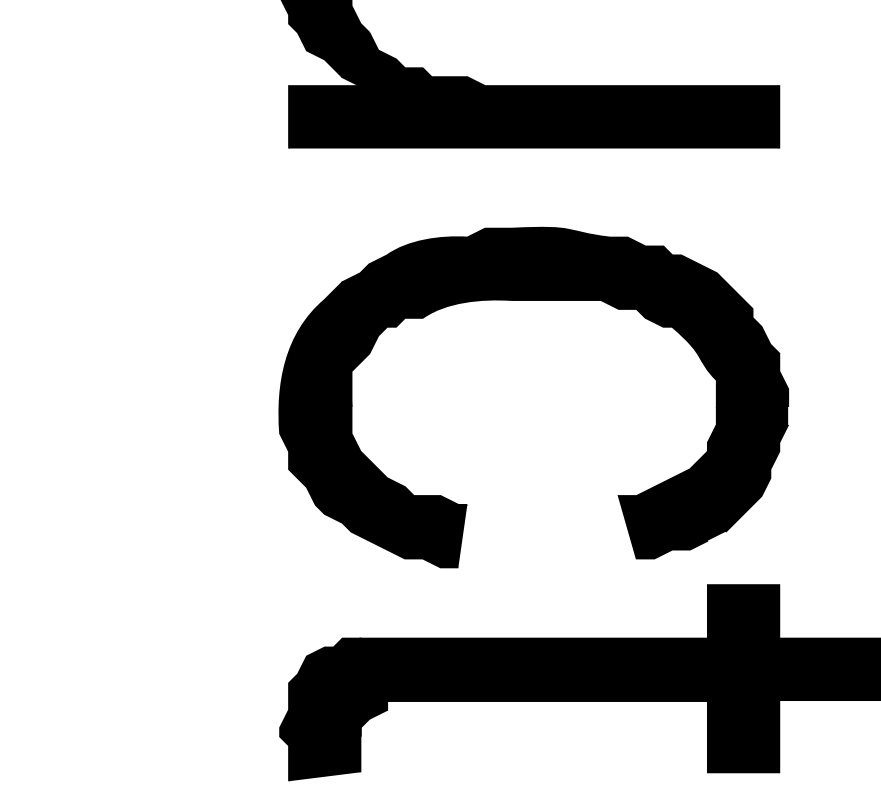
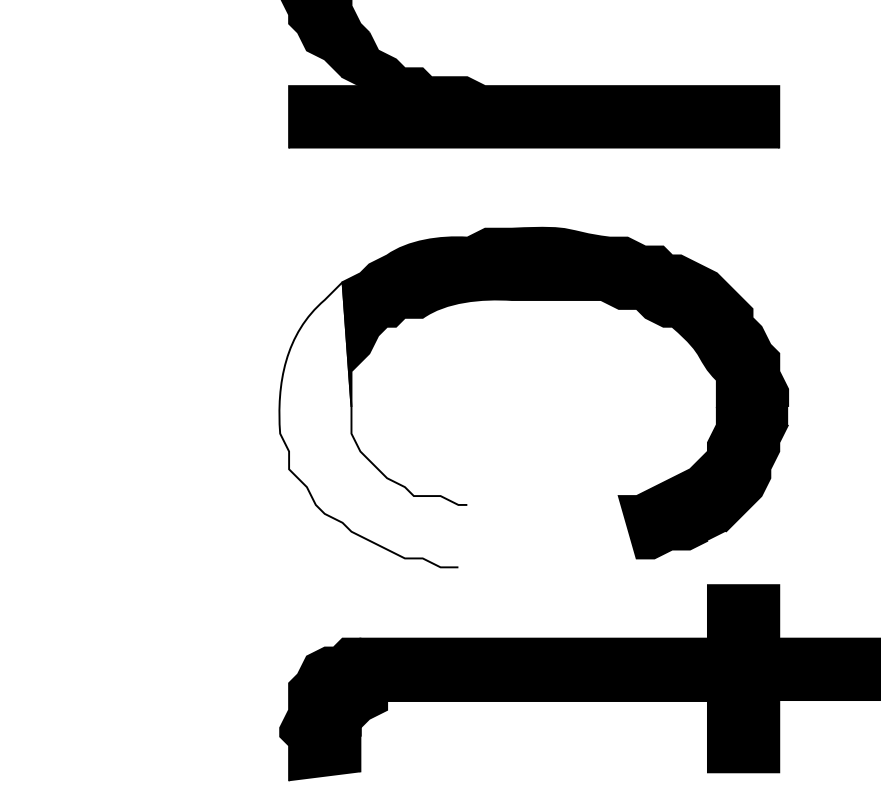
fill at (373, 424): present -> none
